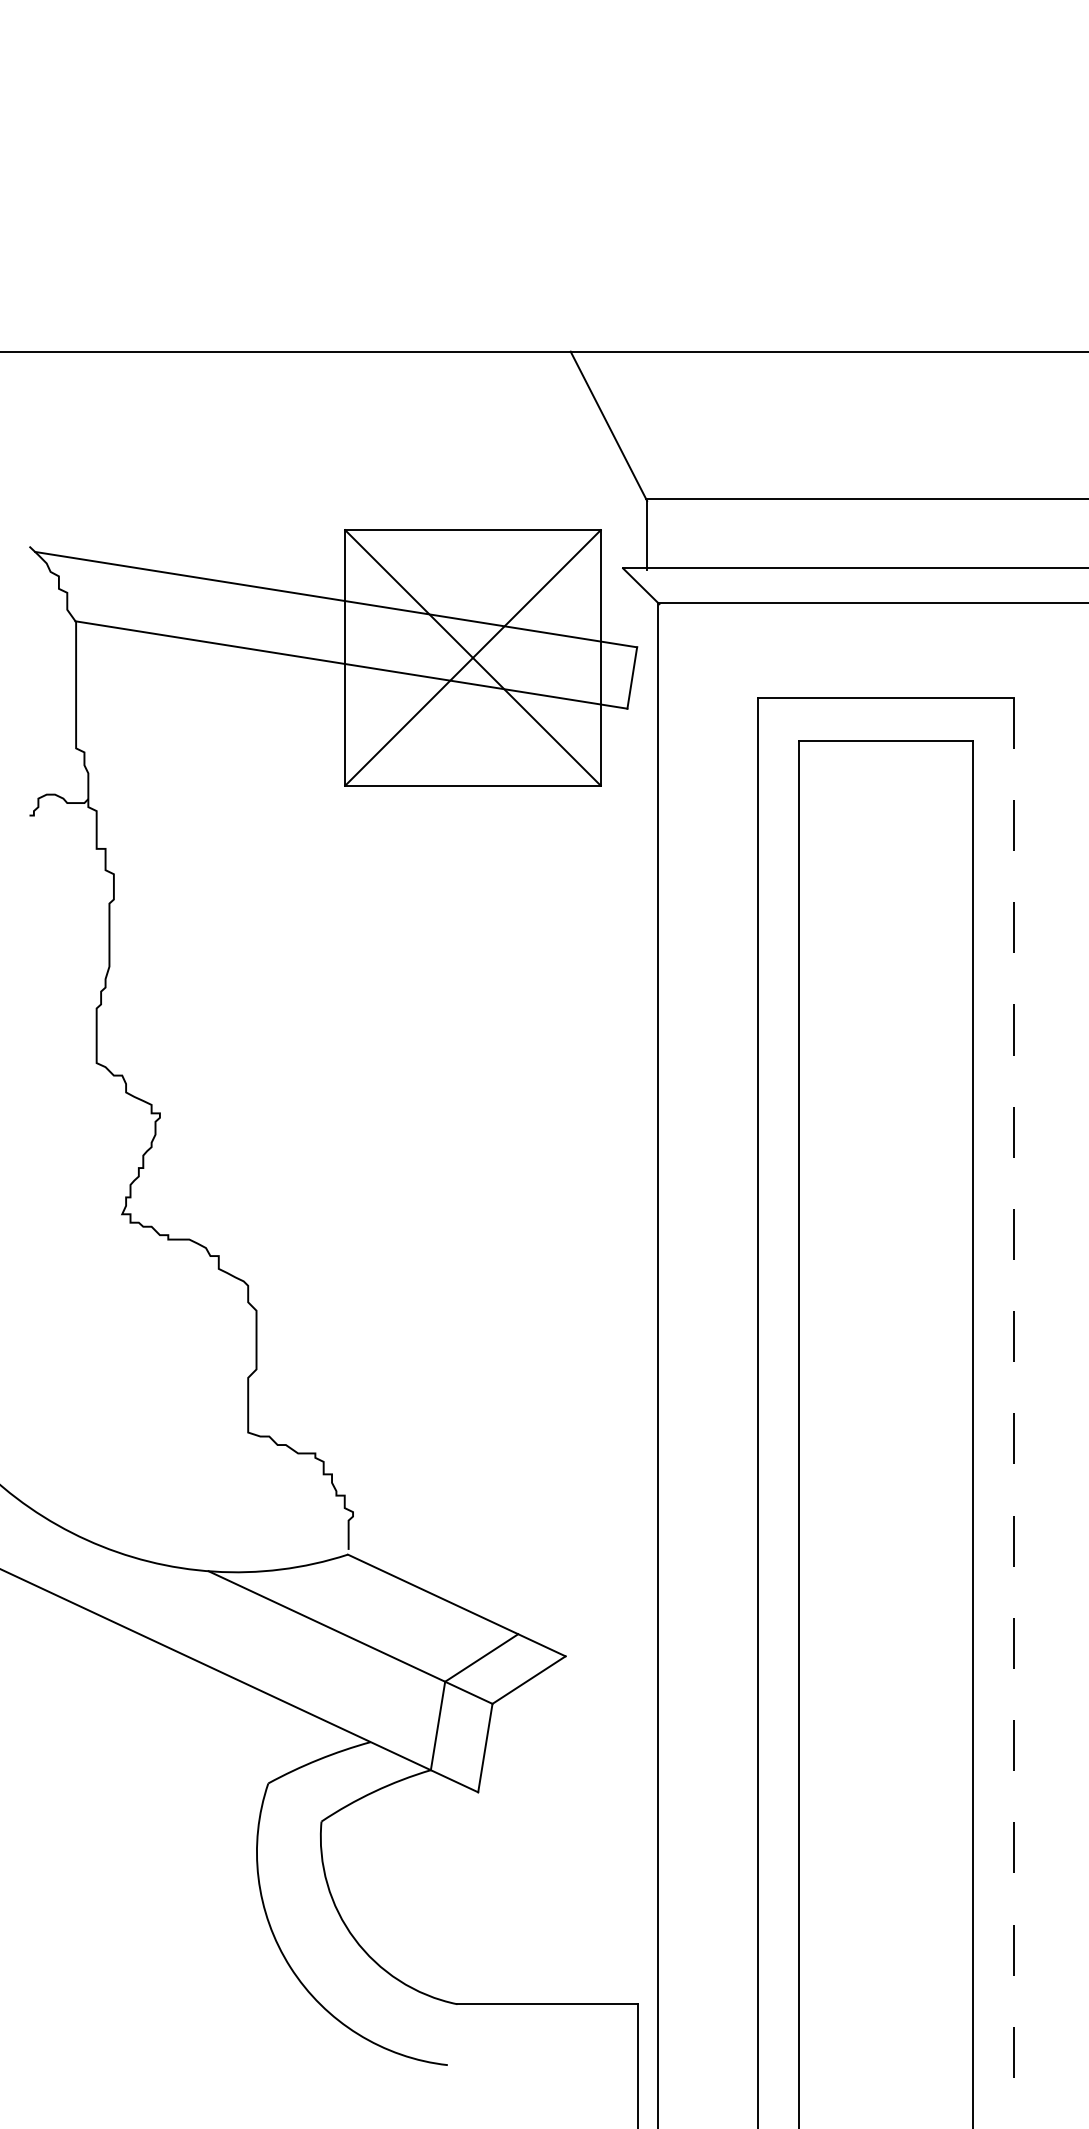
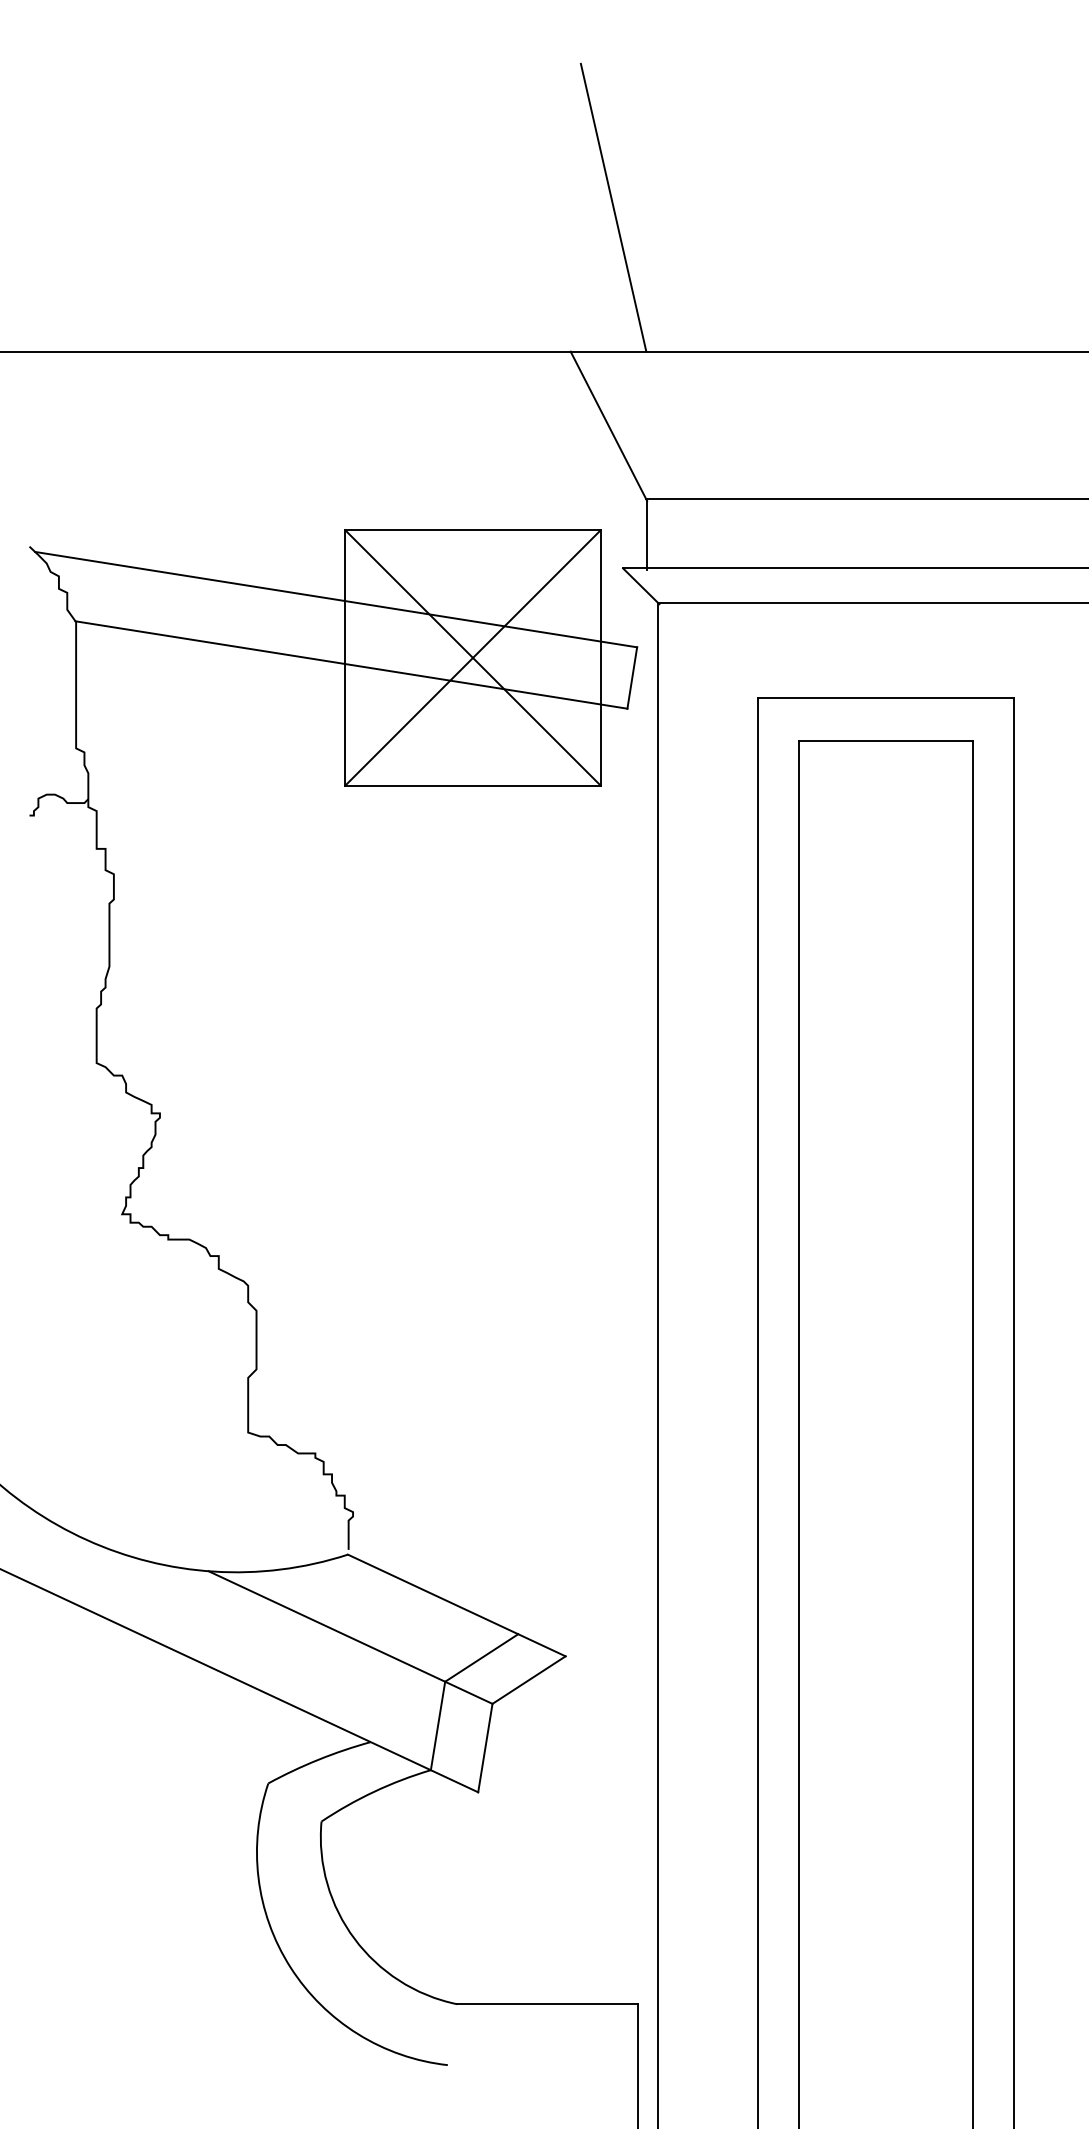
line at (613, 207): none -> present
line at (1014, 1413): dashed -> solid
